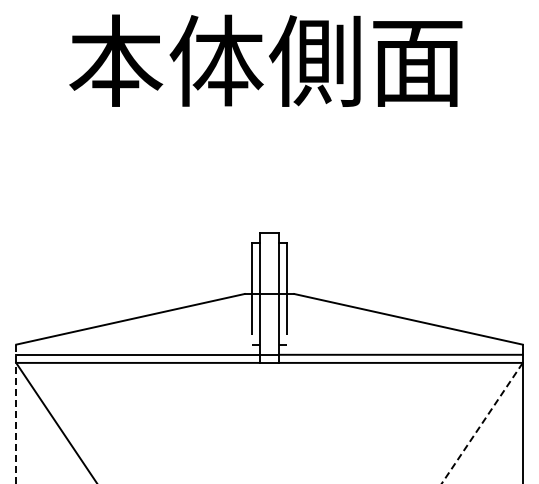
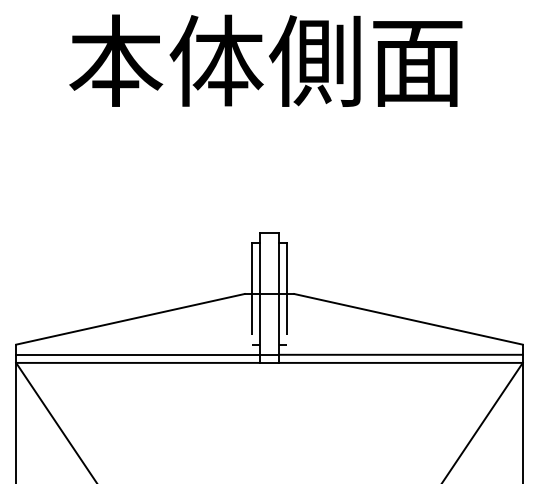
line at (16, 414): dashed -> solid
line at (482, 423): dashed -> solid
